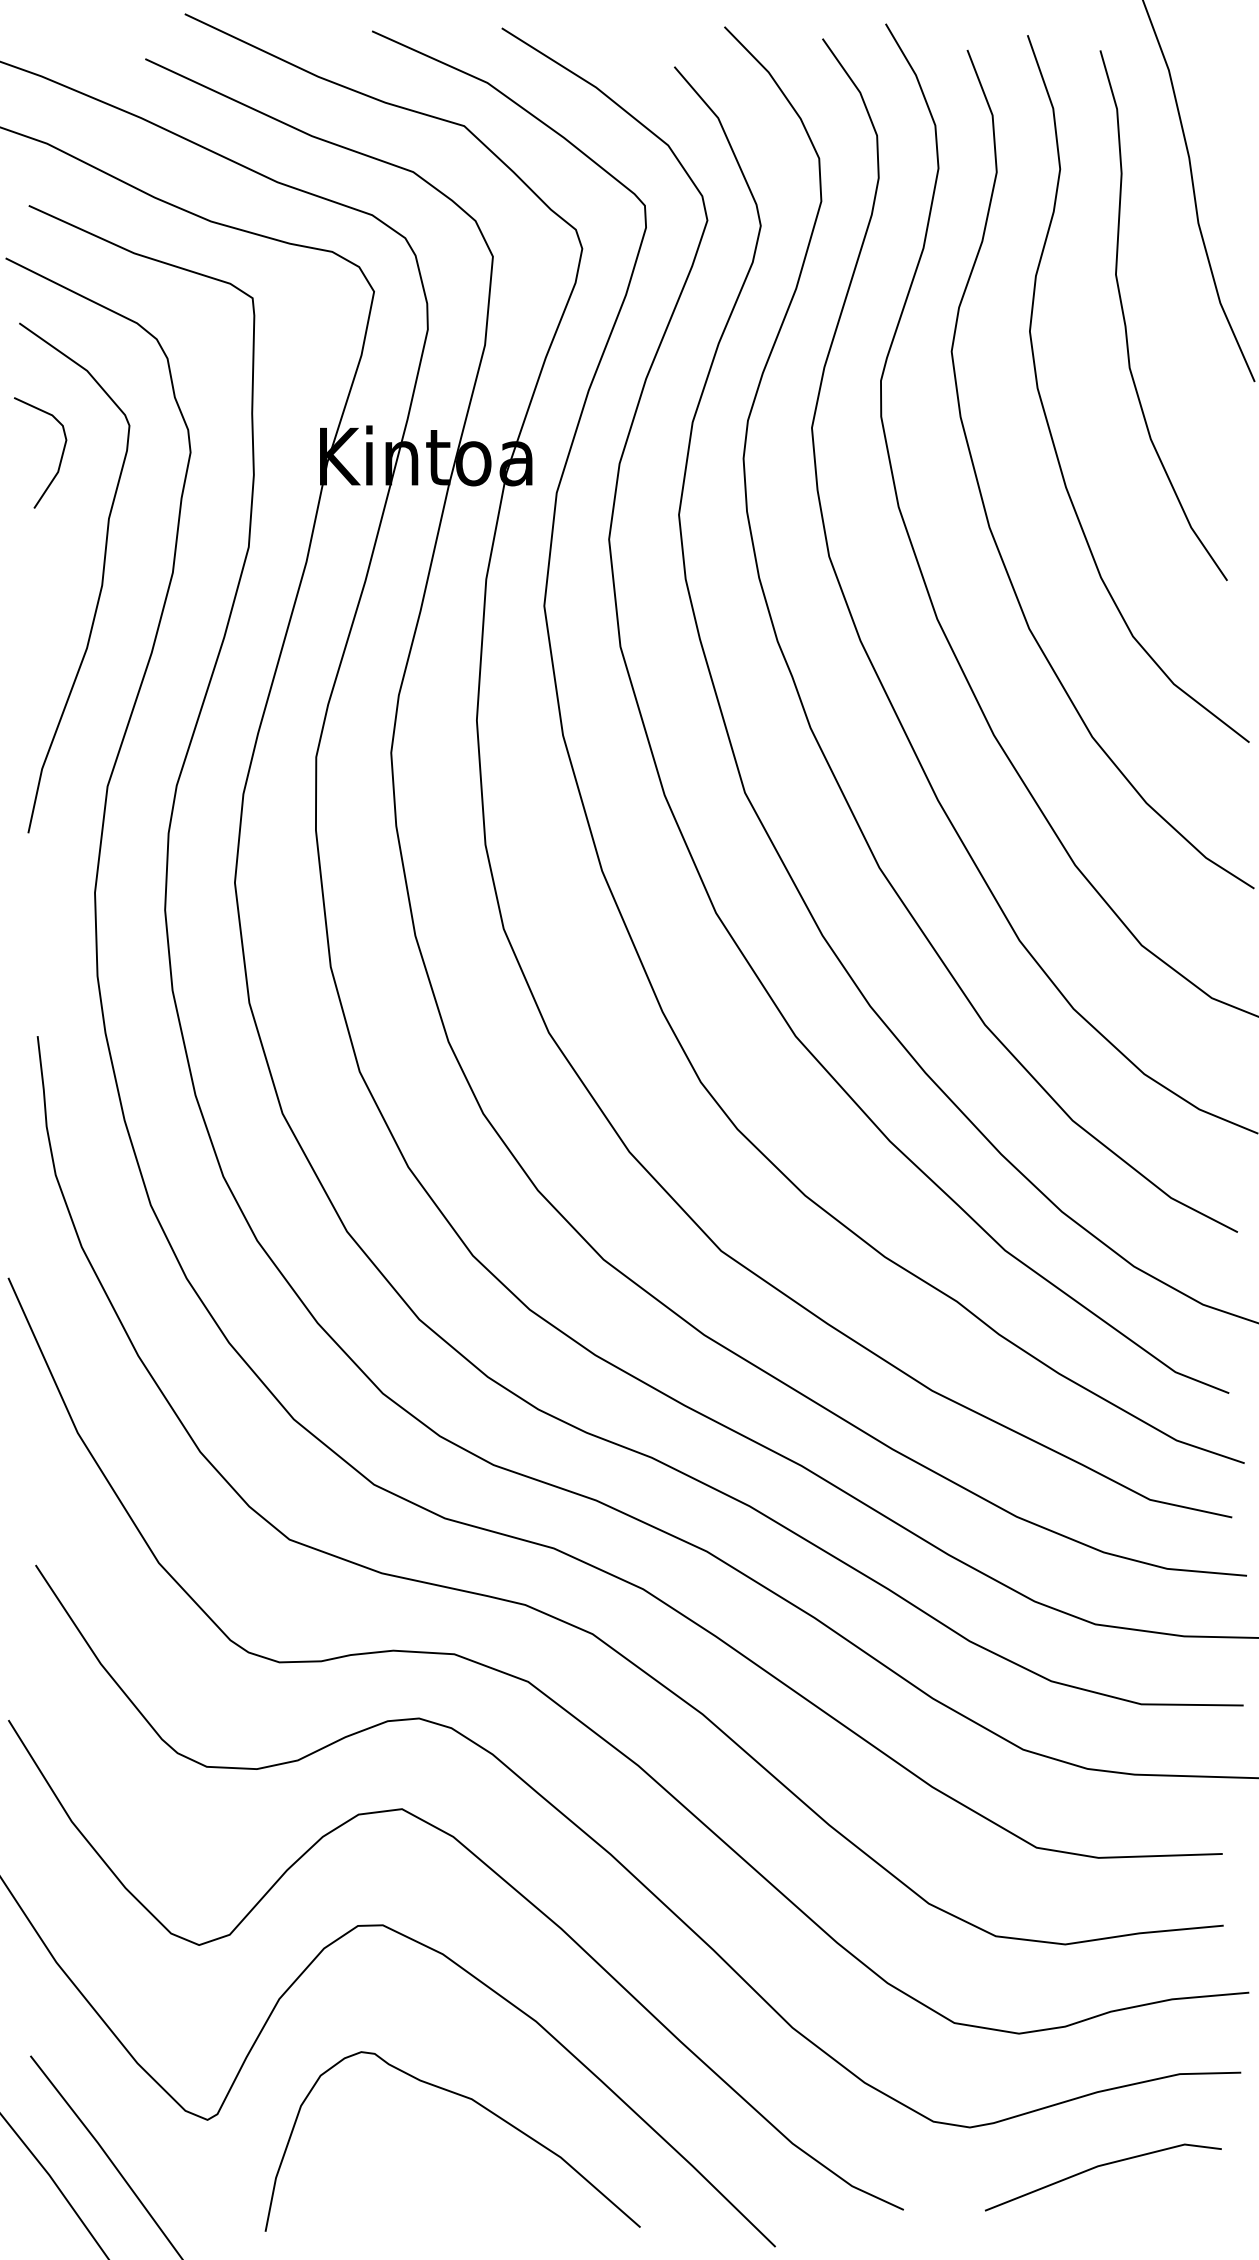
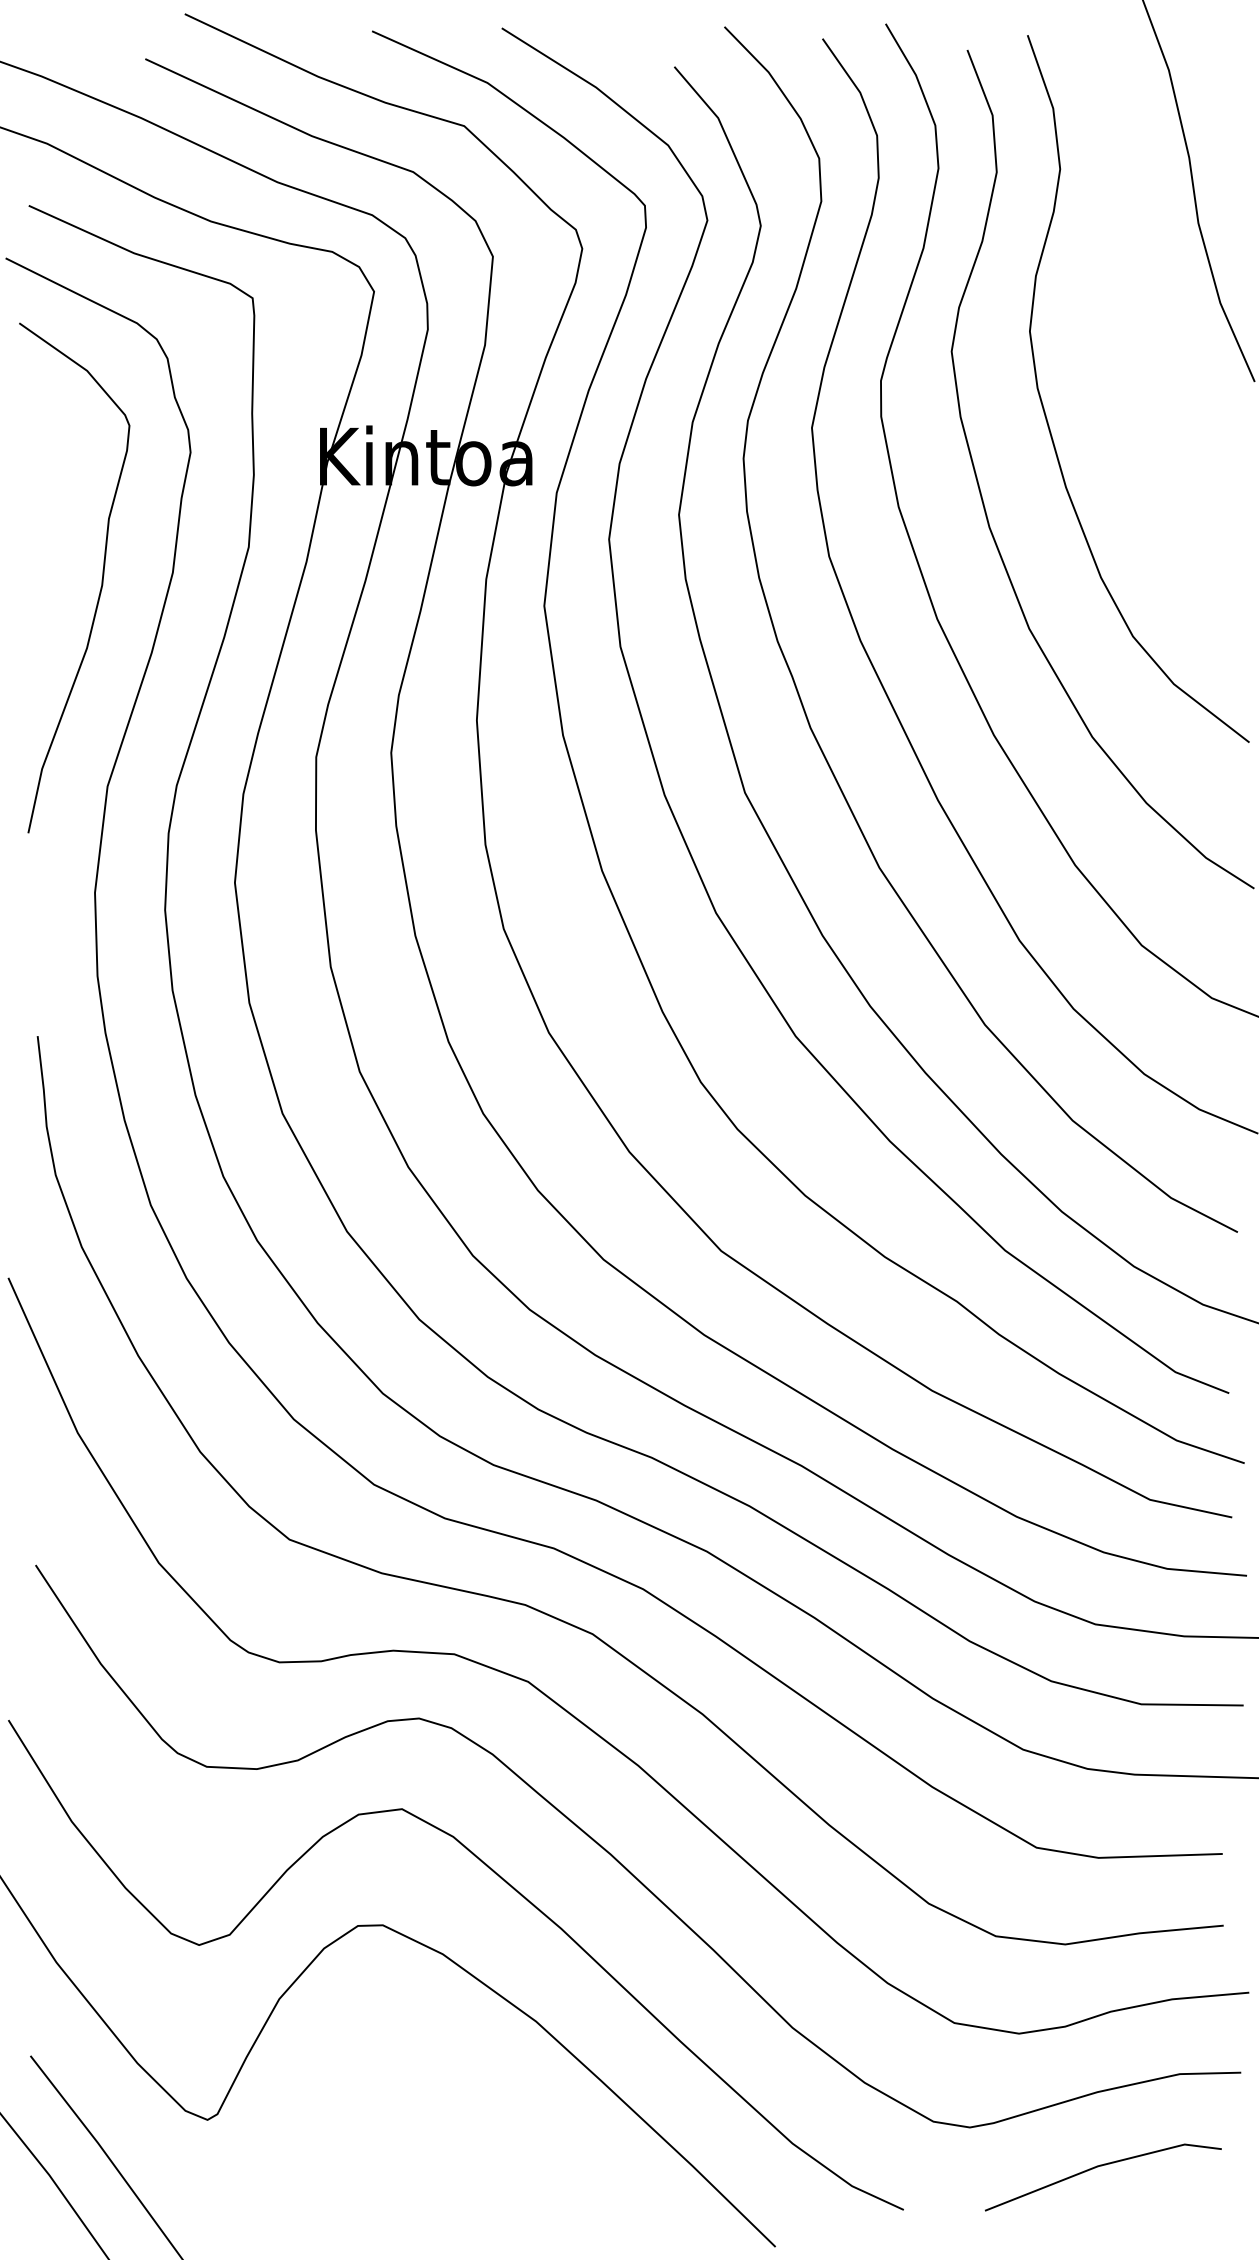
curve at (1126, 324): present -> none
curve at (60, 458): present -> none
curve at (477, 2104): present -> none
